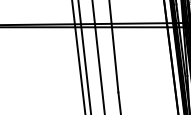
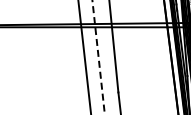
line at (78, 56): present -> none
line at (98, 58): solid -> dashed
